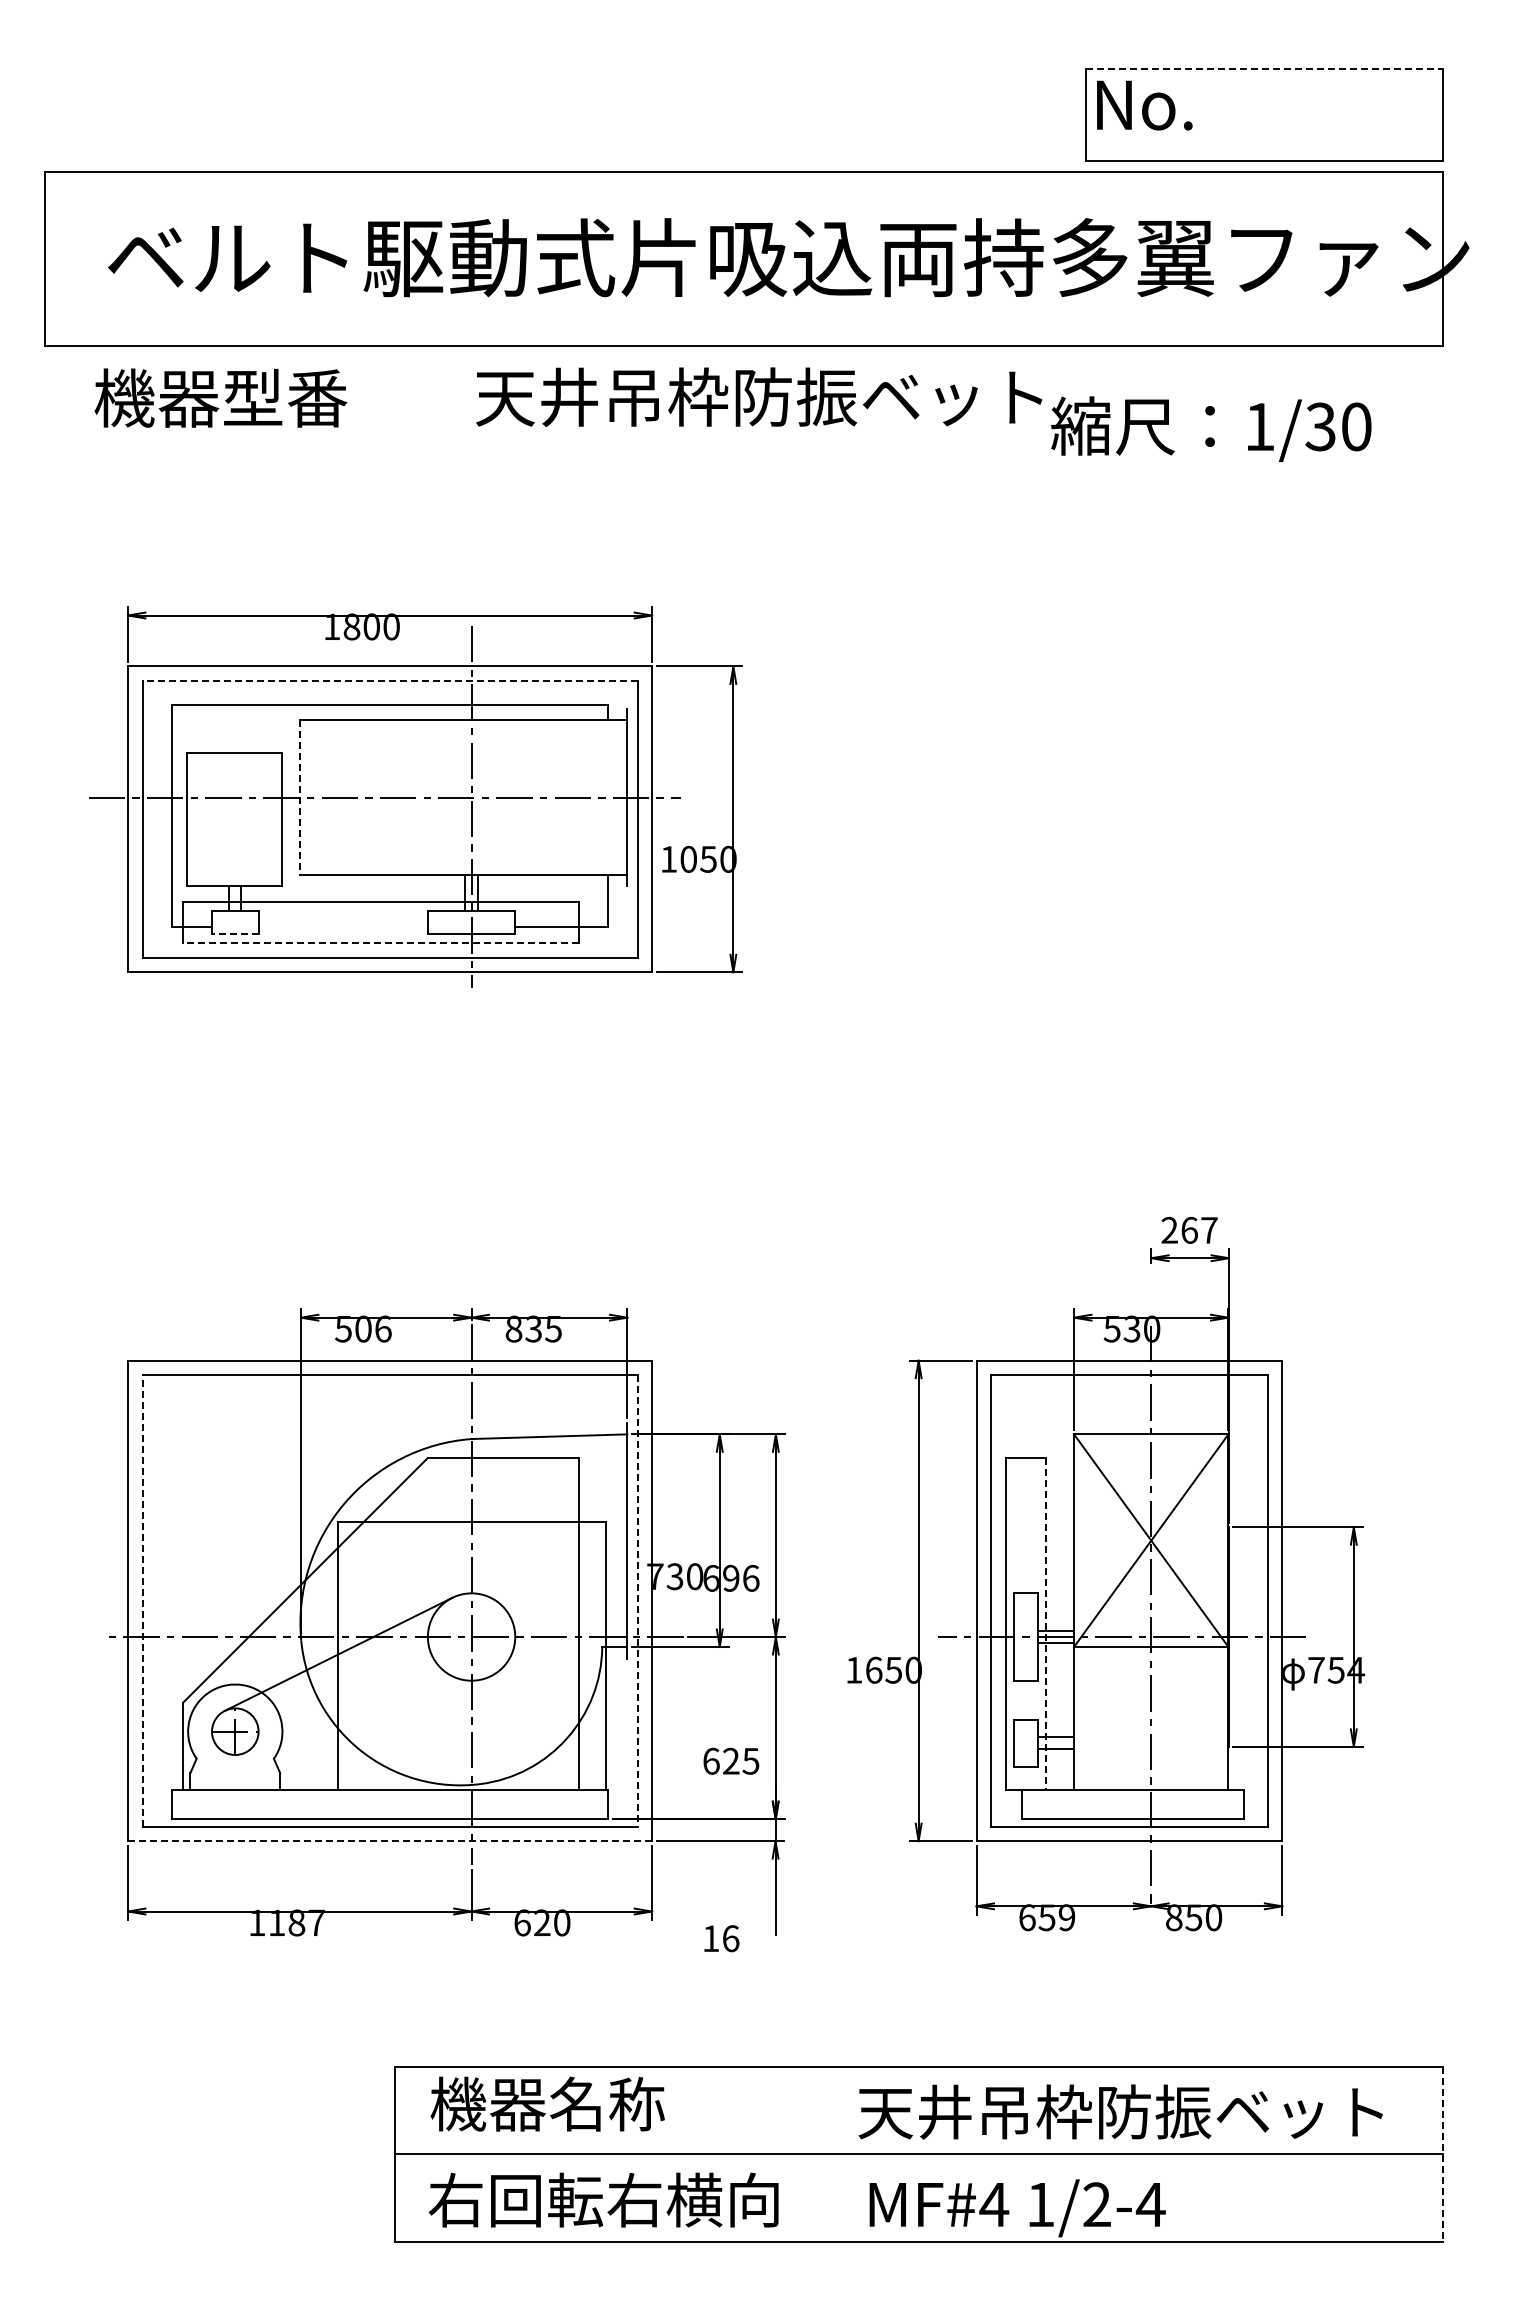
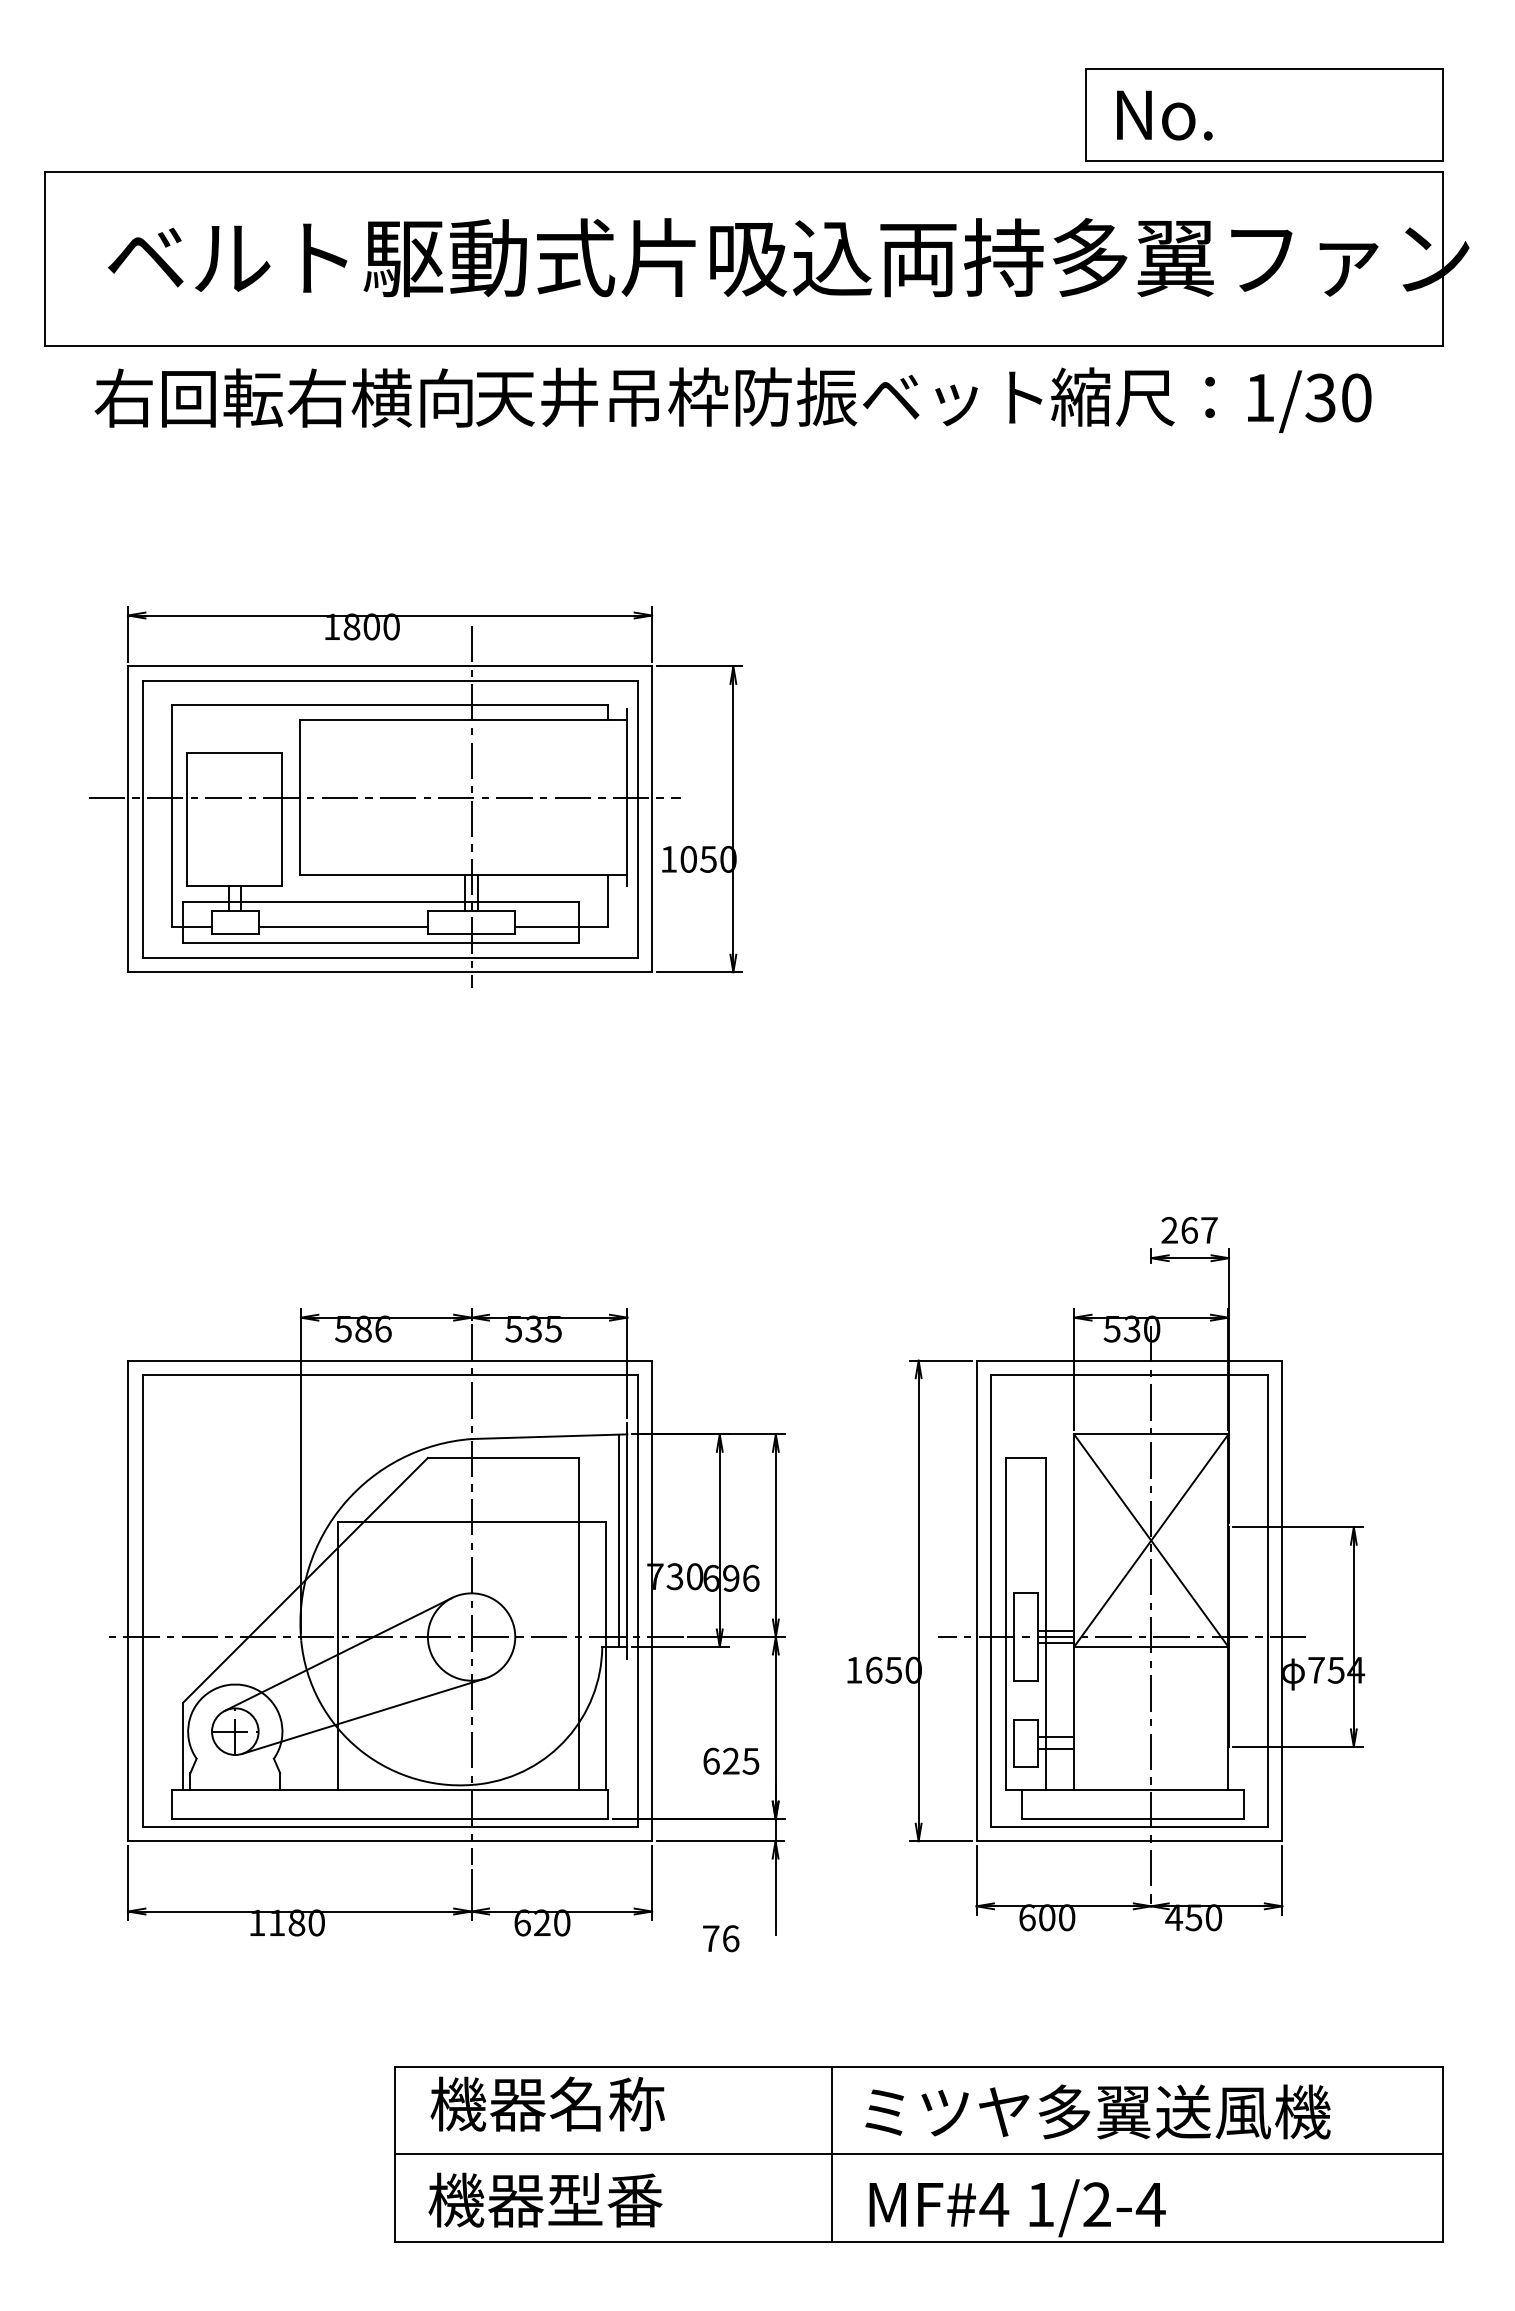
line at (1264, 69): dashed -> solid
text at (1144, 105) position: (1144, 105) -> (1164, 115)
text at (283, 397): 機器型番 -> 右回転右横向
text at (1211, 428) position: (1211, 428) -> (1211, 399)
line at (390, 681): dashed -> solid
line at (300, 798): dashed -> solid
line at (342, 926): none -> present
line at (234, 934): dashed -> solid
line at (380, 943): dashed -> solid
text at (513, 1328): 835 -> 535
text at (363, 1329): 506 -> 586
line at (618, 1540): none -> present
line at (142, 1600): dashed -> solid
line at (637, 1600): dashed -> solid
line at (1046, 1623): dashed -> solid
line at (363, 1715): none -> present
line at (389, 1841): dashed -> solid
text at (1056, 1917): 659 -> 600
text at (1174, 1917): 850 -> 450
text at (316, 1922): 1187 -> 1180
text at (711, 1938): 16 -> 76
text at (1120, 2111): 天井吊枠防振ベット -> ミツヤ多翼送風機
line at (831, 2153): none -> present
line at (1443, 2154): dashed -> solid
text at (603, 2199): 右回転右横向 -> 機器型番
